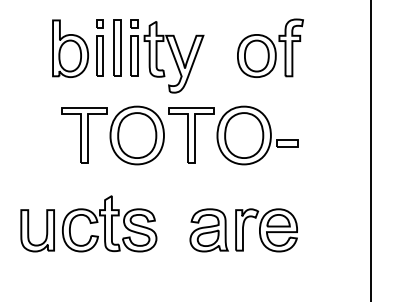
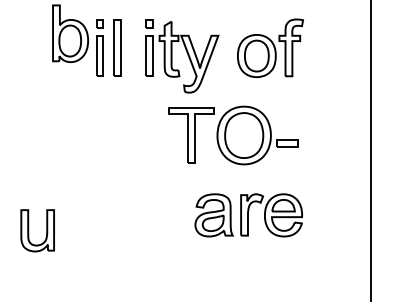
part at (70, 48) position: (70, 48) -> (70, 33)
part at (167, 56) position: (167, 56) -> (182, 56)
part at (112, 135): present -> none
part at (109, 223): present -> none
part at (243, 230) position: (243, 230) -> (248, 215)
